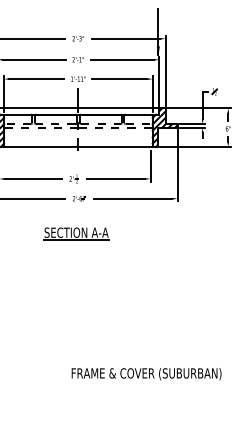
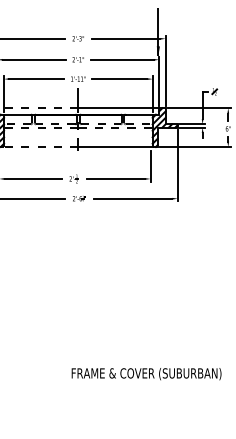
line at (39, 108): solid -> dashed
line at (40, 146): solid -> dashed
part at (76, 233): present -> none
